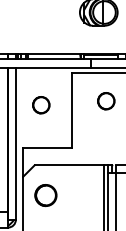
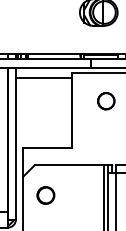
line at (43, 77): none -> present
circle at (41, 105): present -> none
part at (45, 195) size: 24x24 px -> 20x19 px
